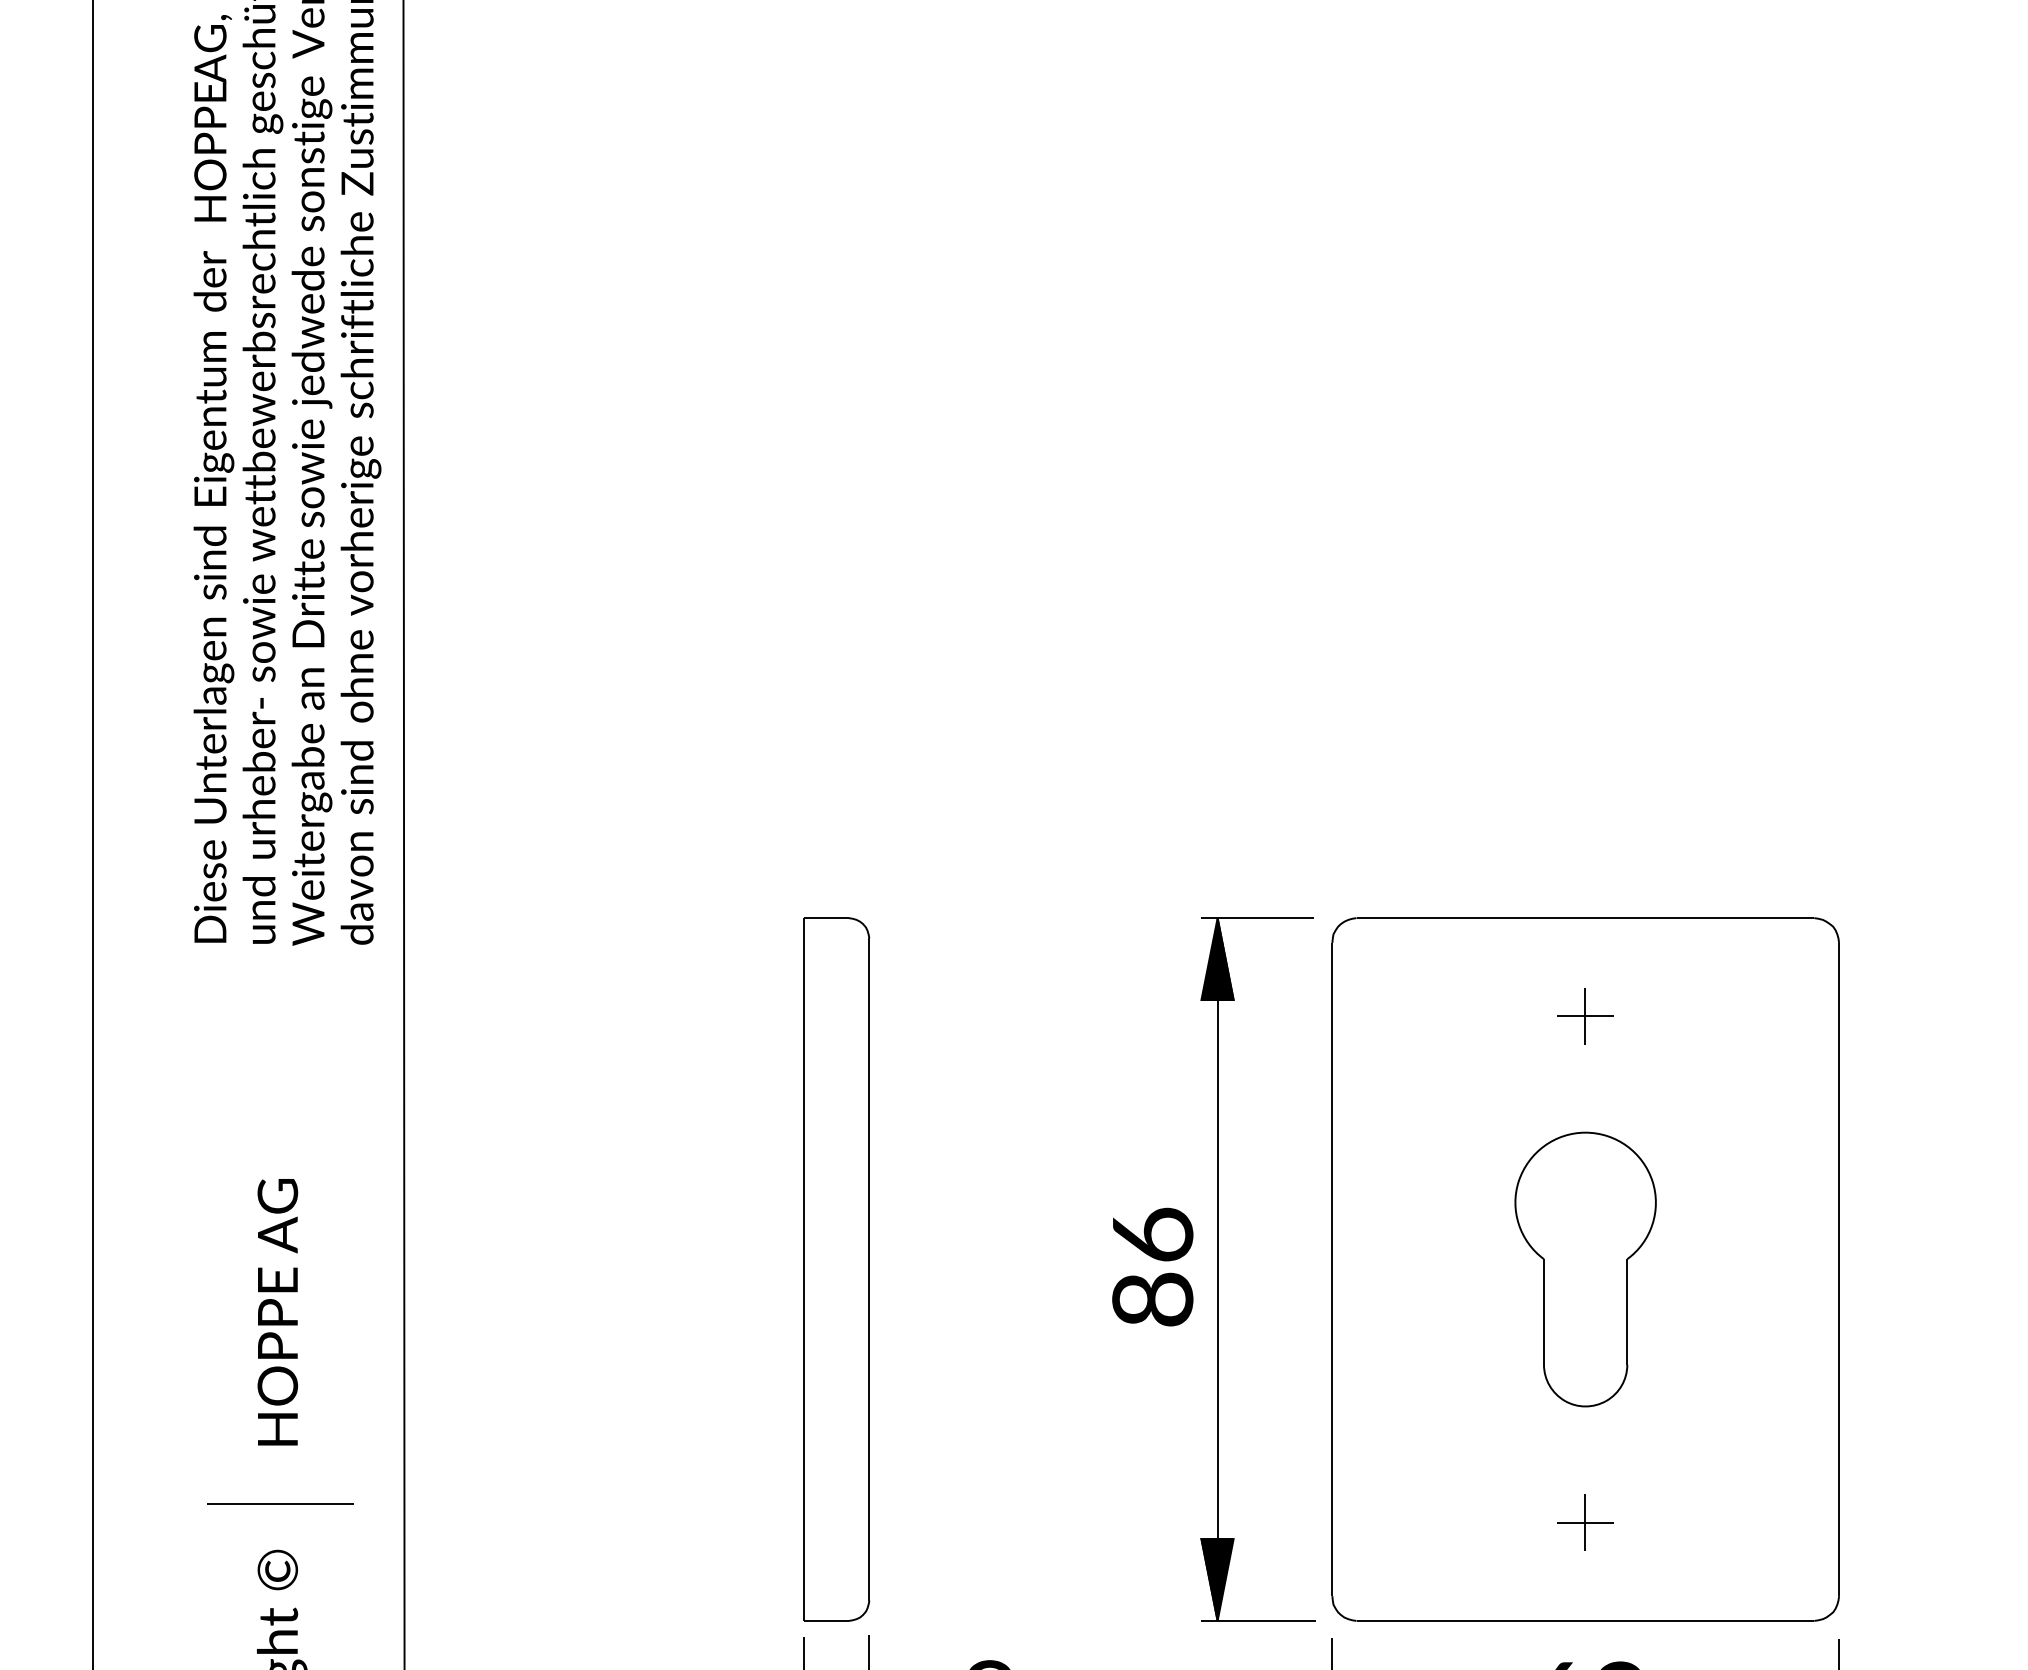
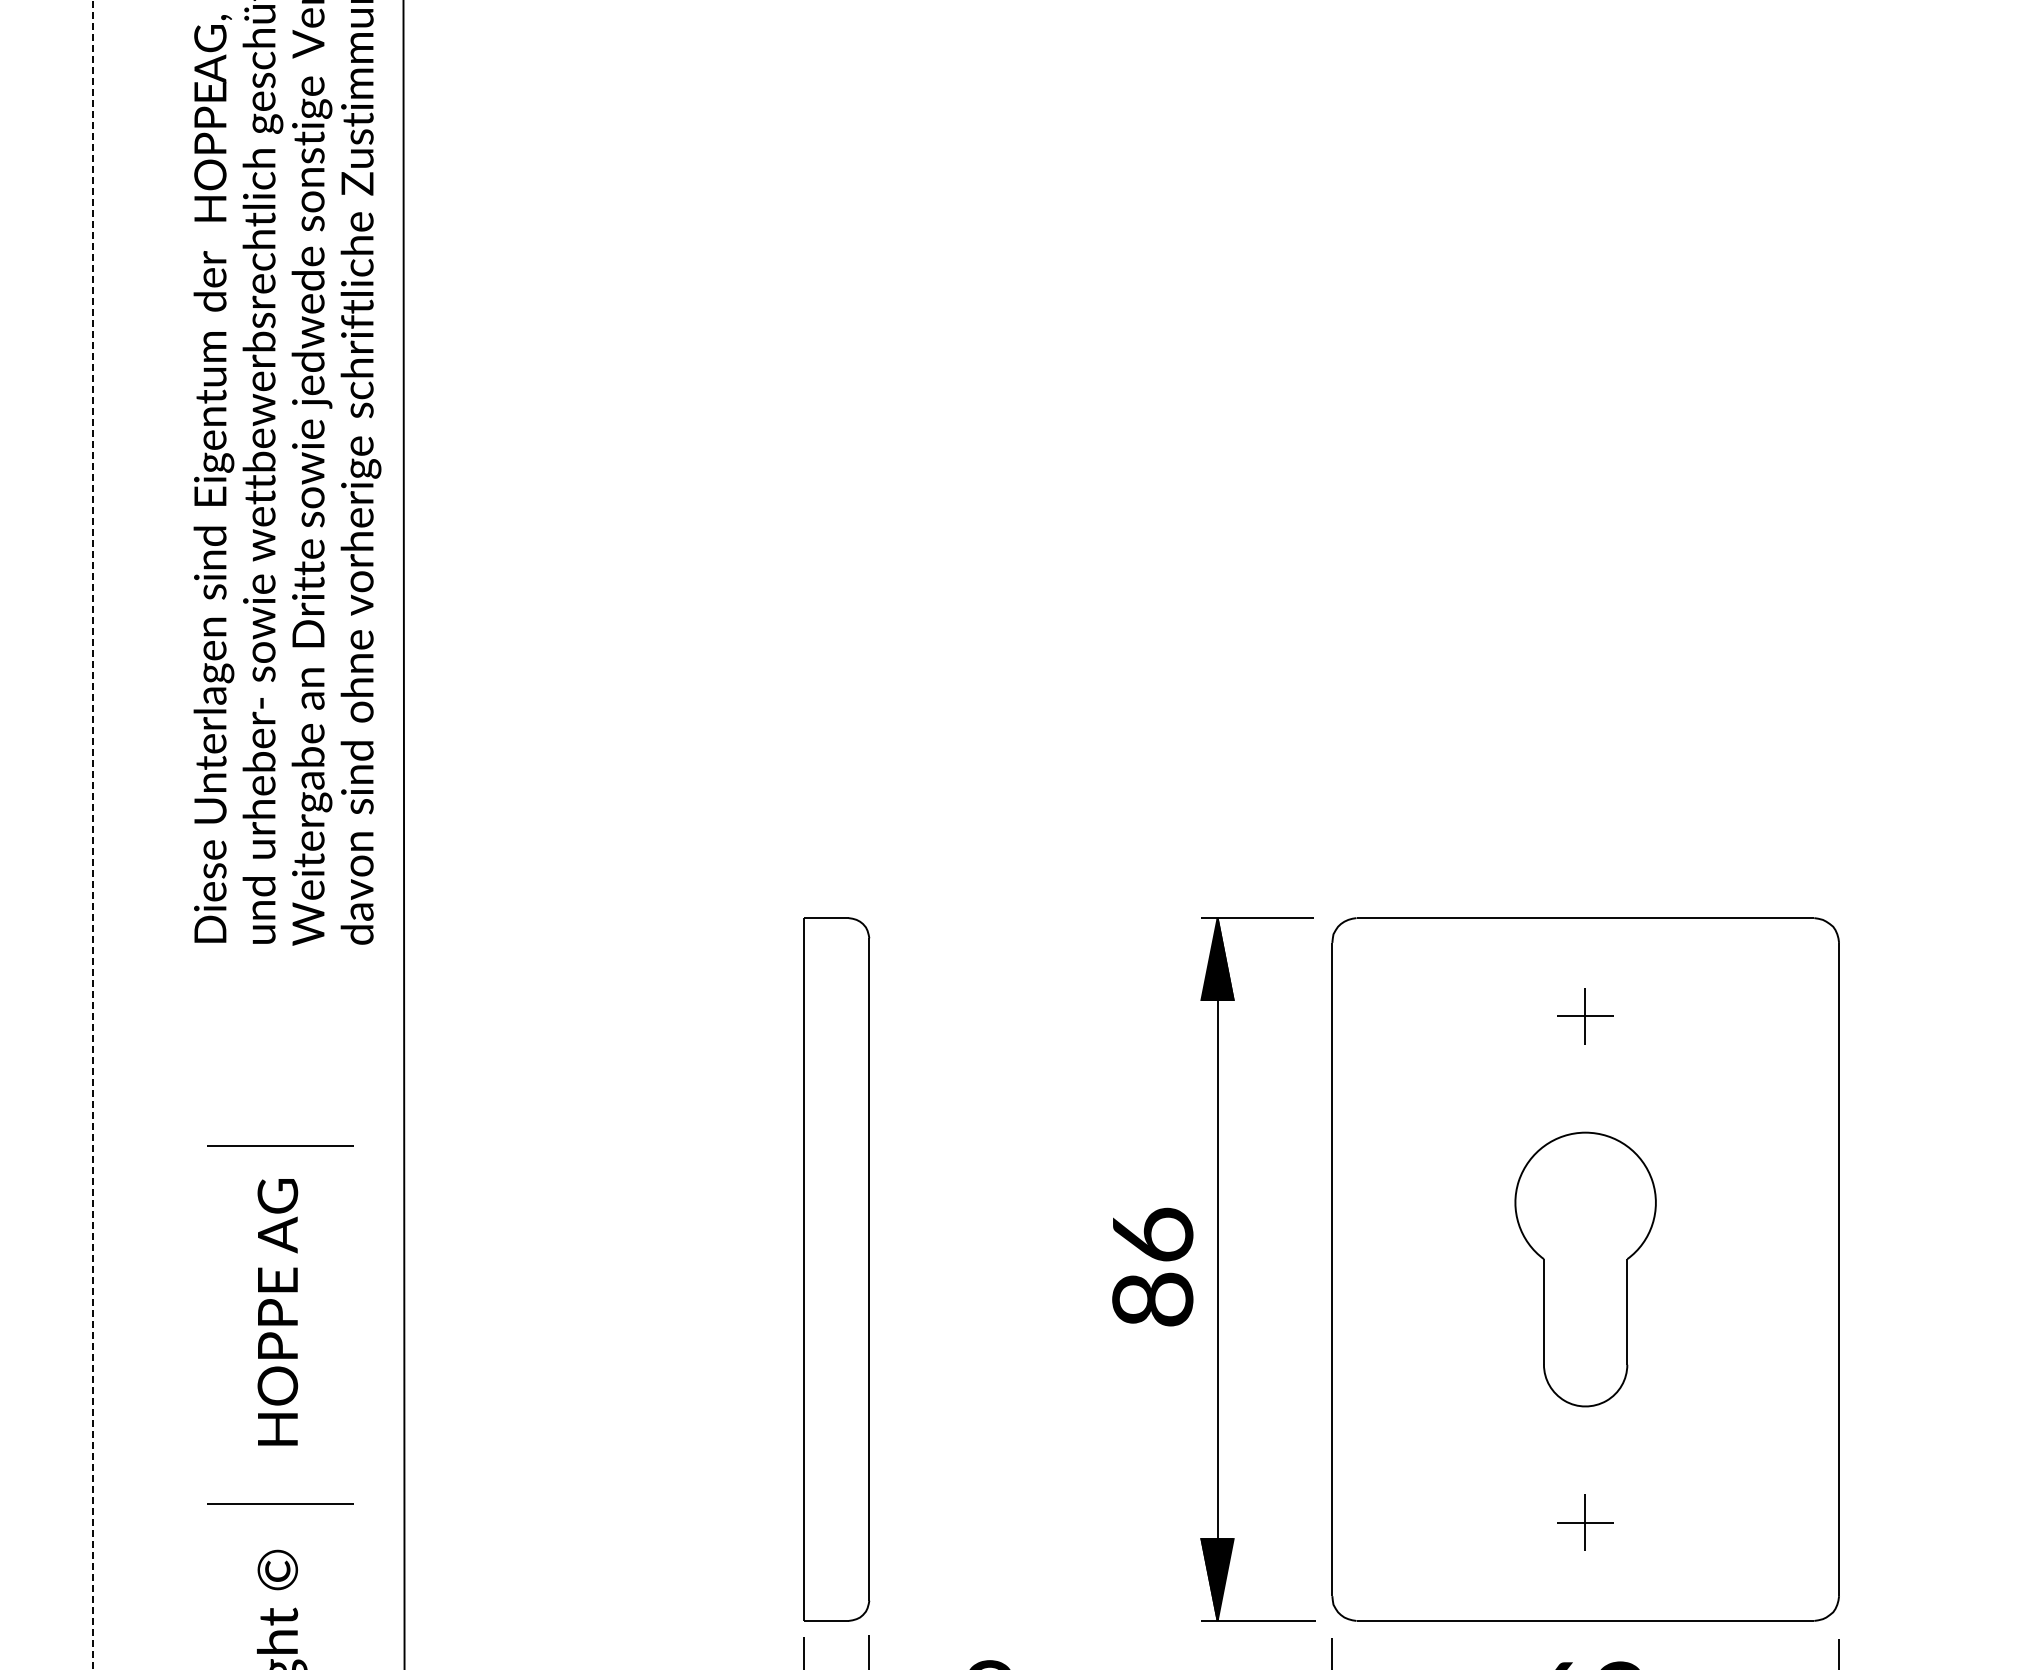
line at (92, 835): solid -> dashed
line at (280, 1145): none -> present
